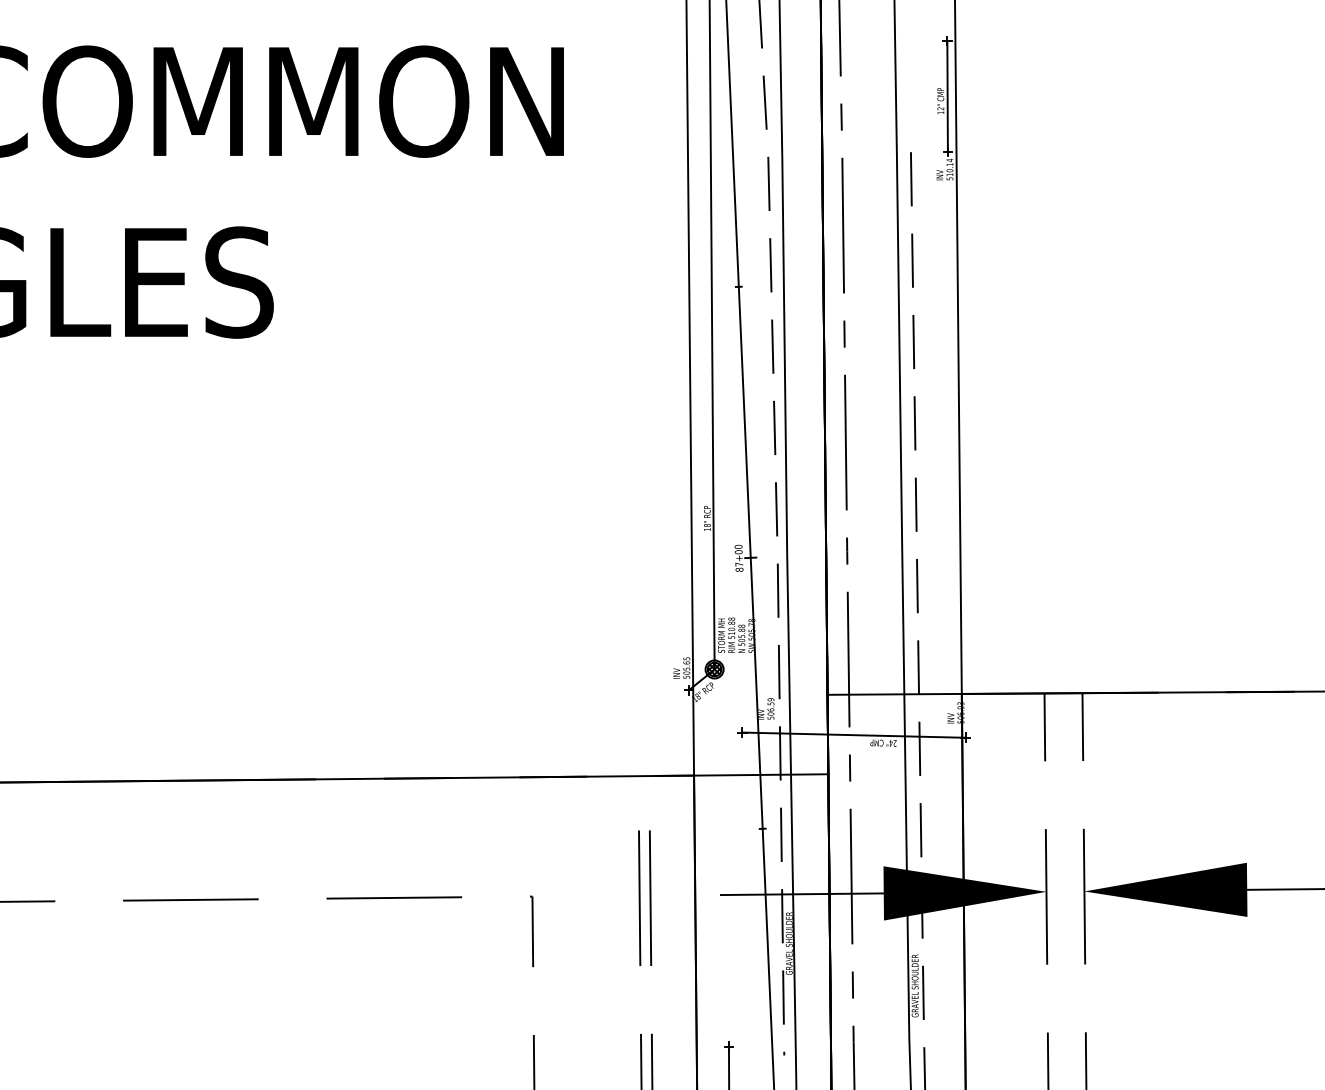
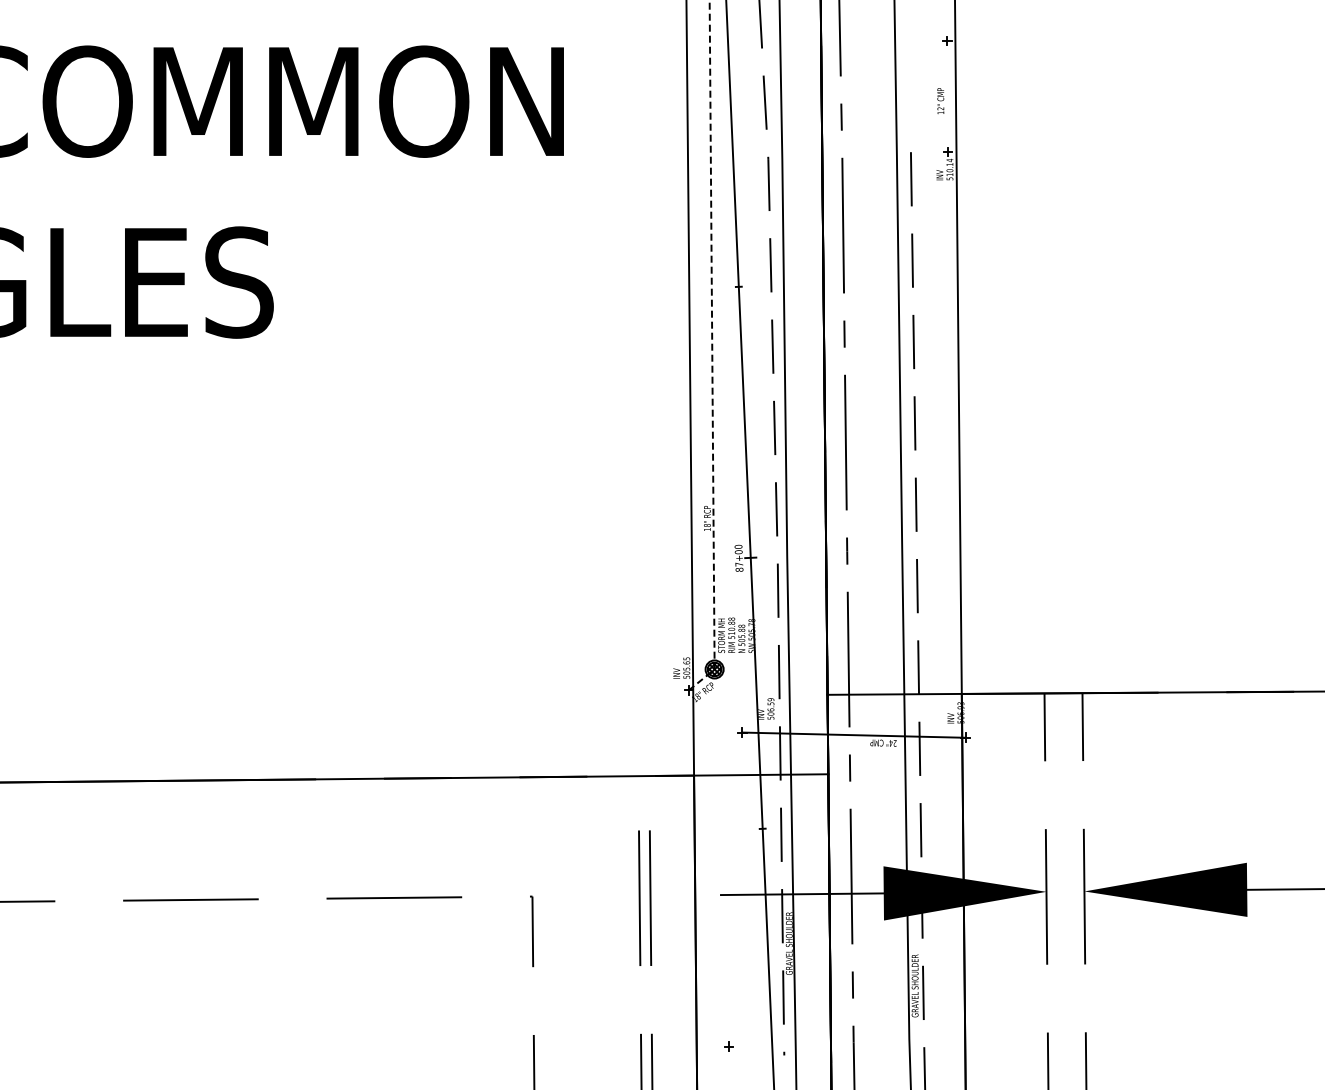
line at (947, 96): present -> none
line at (712, 352): solid -> dashed
line at (728, 1066): present -> none
